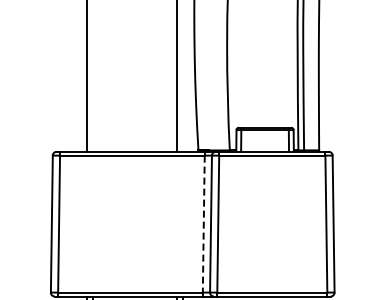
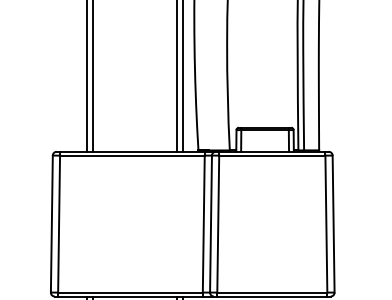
line at (92, 76): none -> present
line at (183, 76): none -> present
line at (203, 224): dashed -> solid
